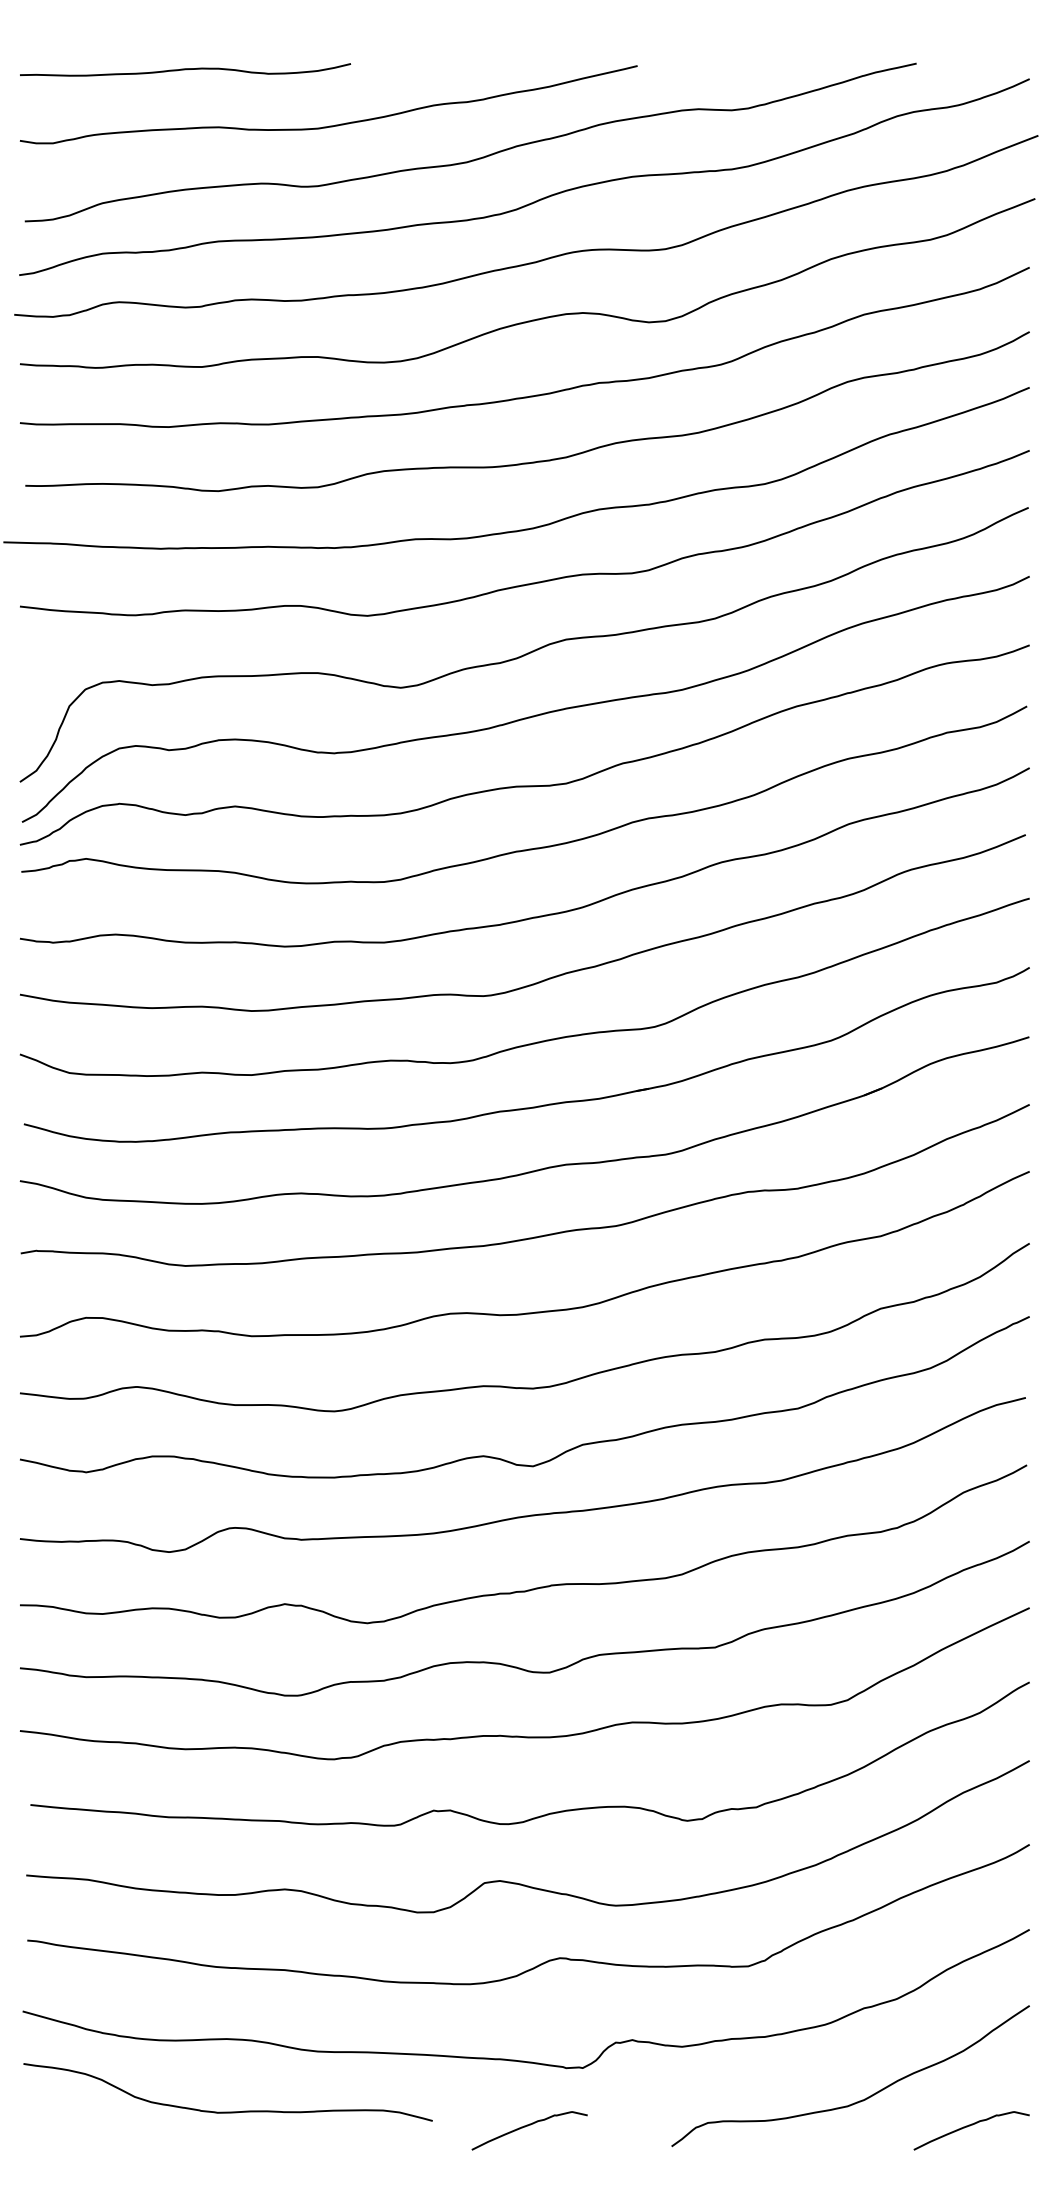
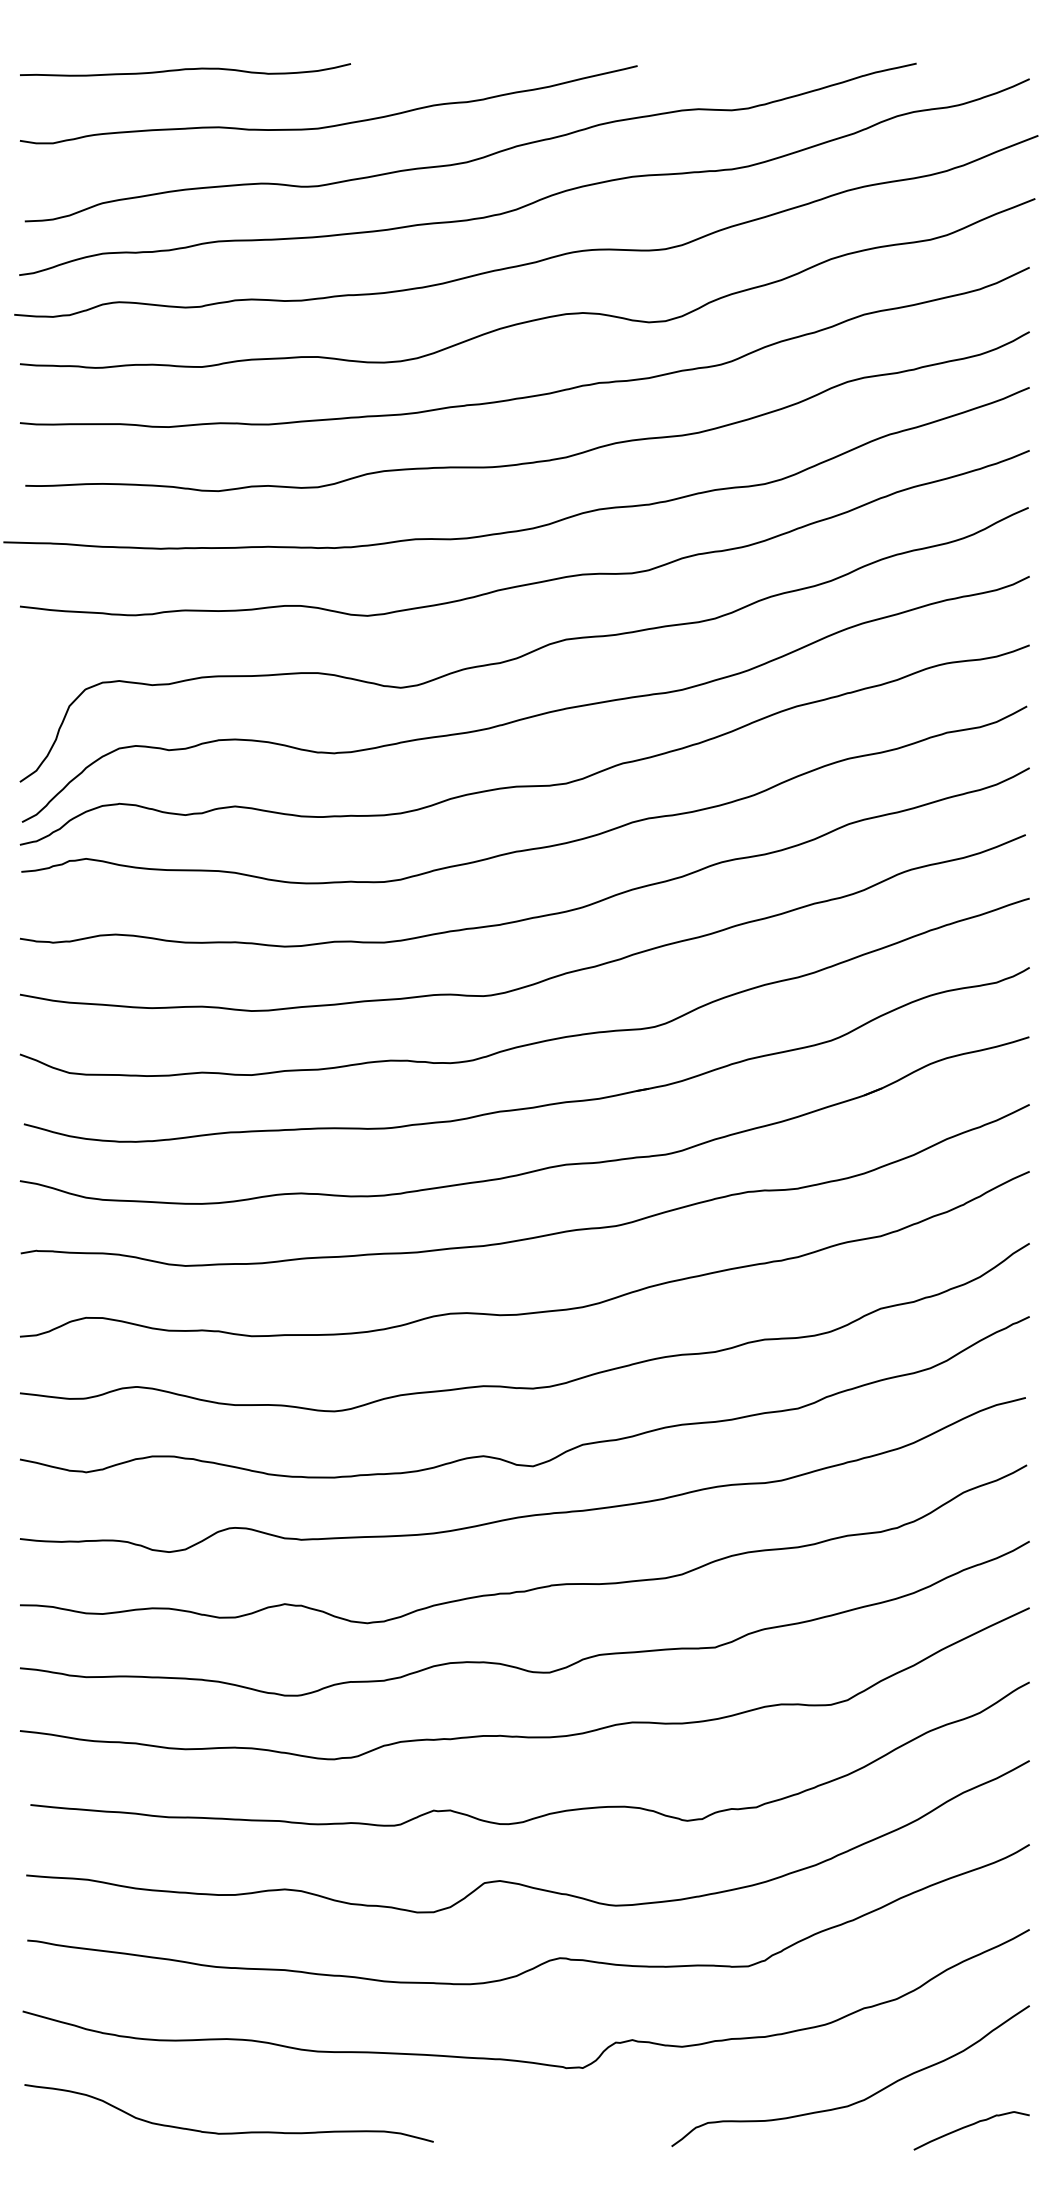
curve at (227, 2111) position: (227, 2111) -> (228, 2132)
curve at (528, 2126): present -> none
